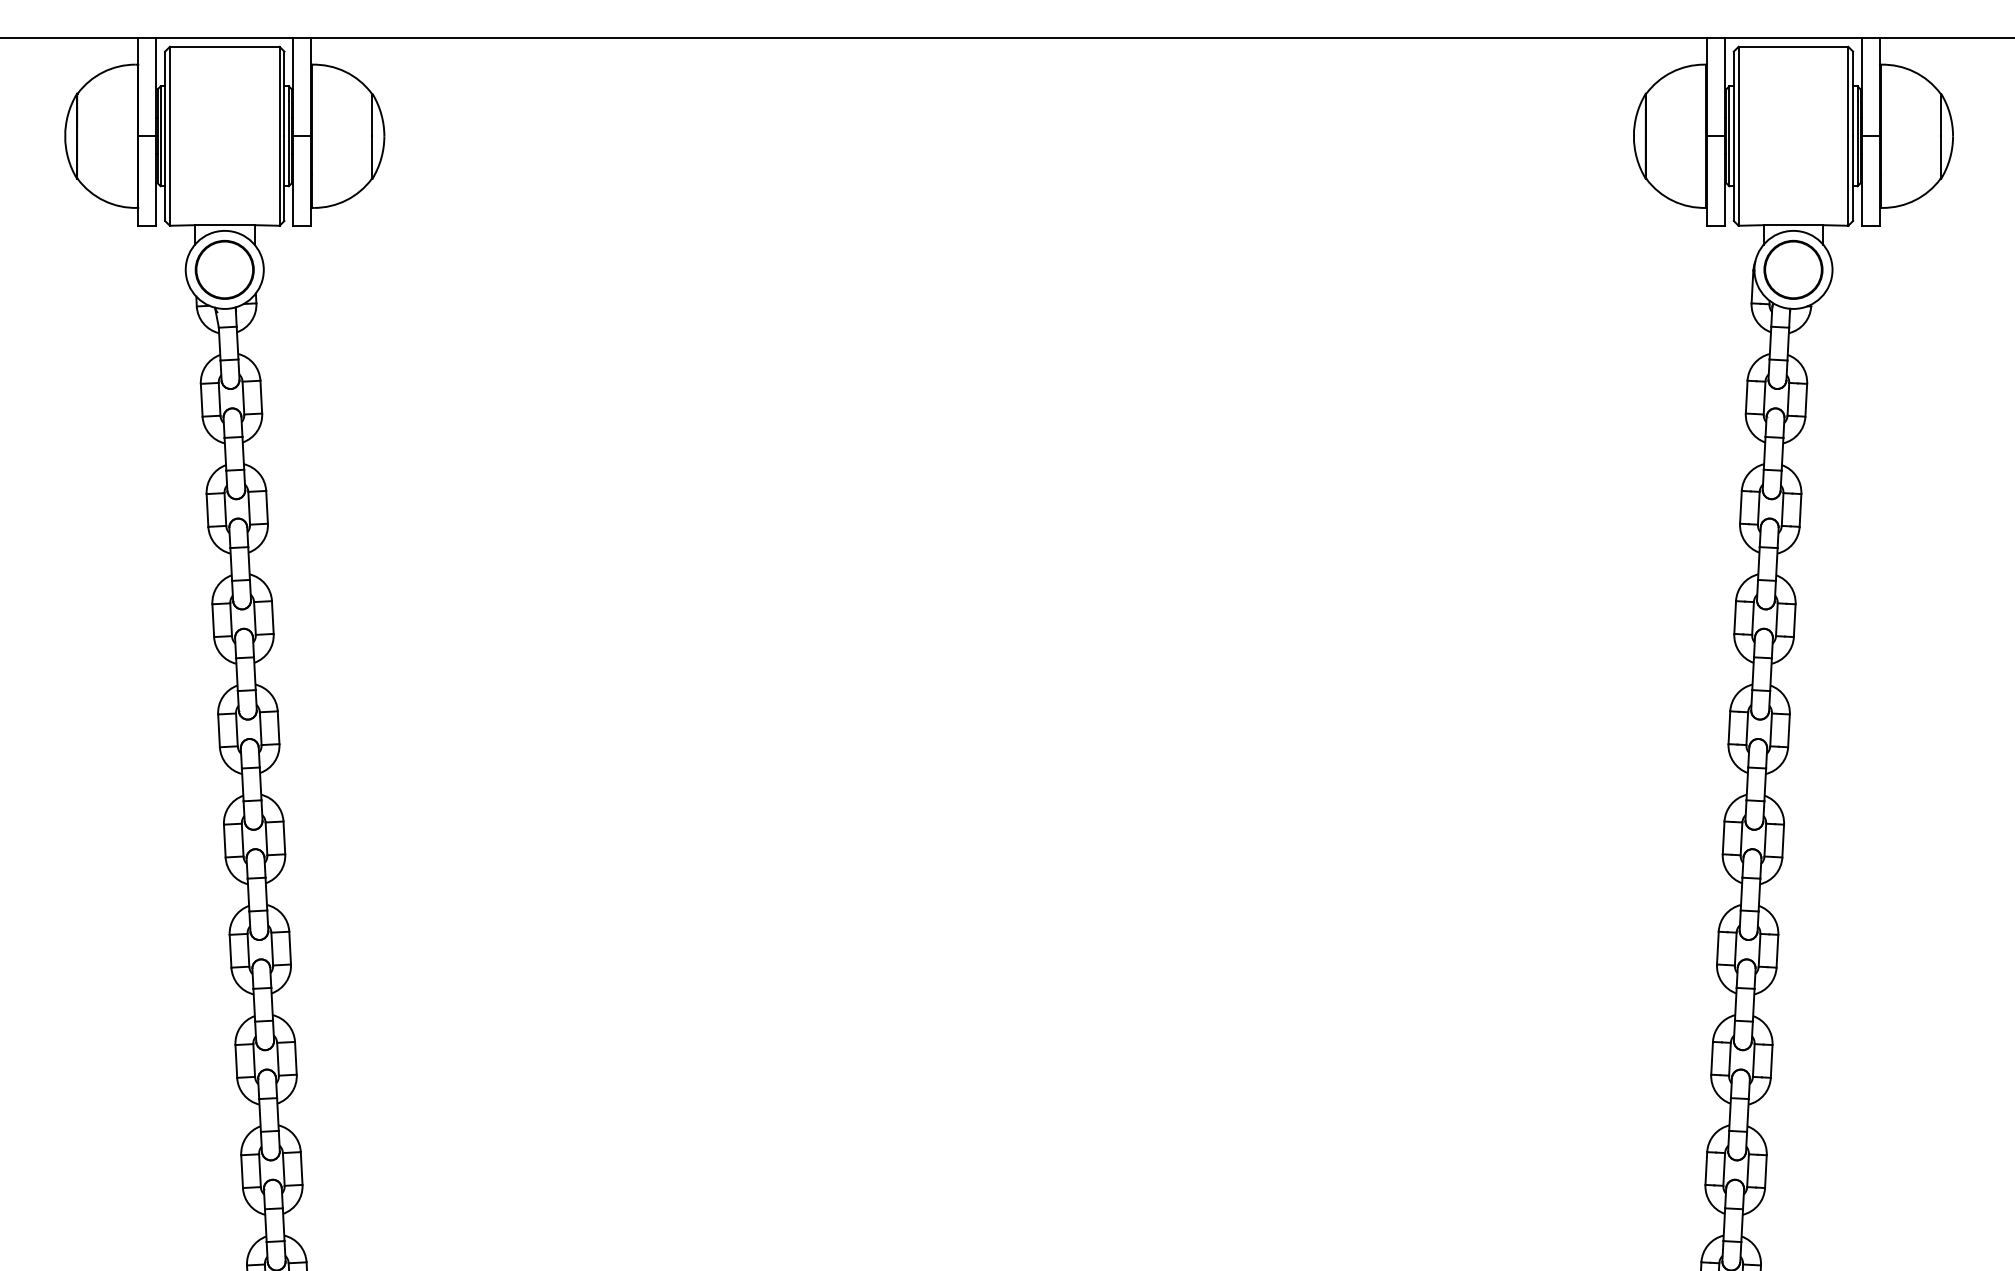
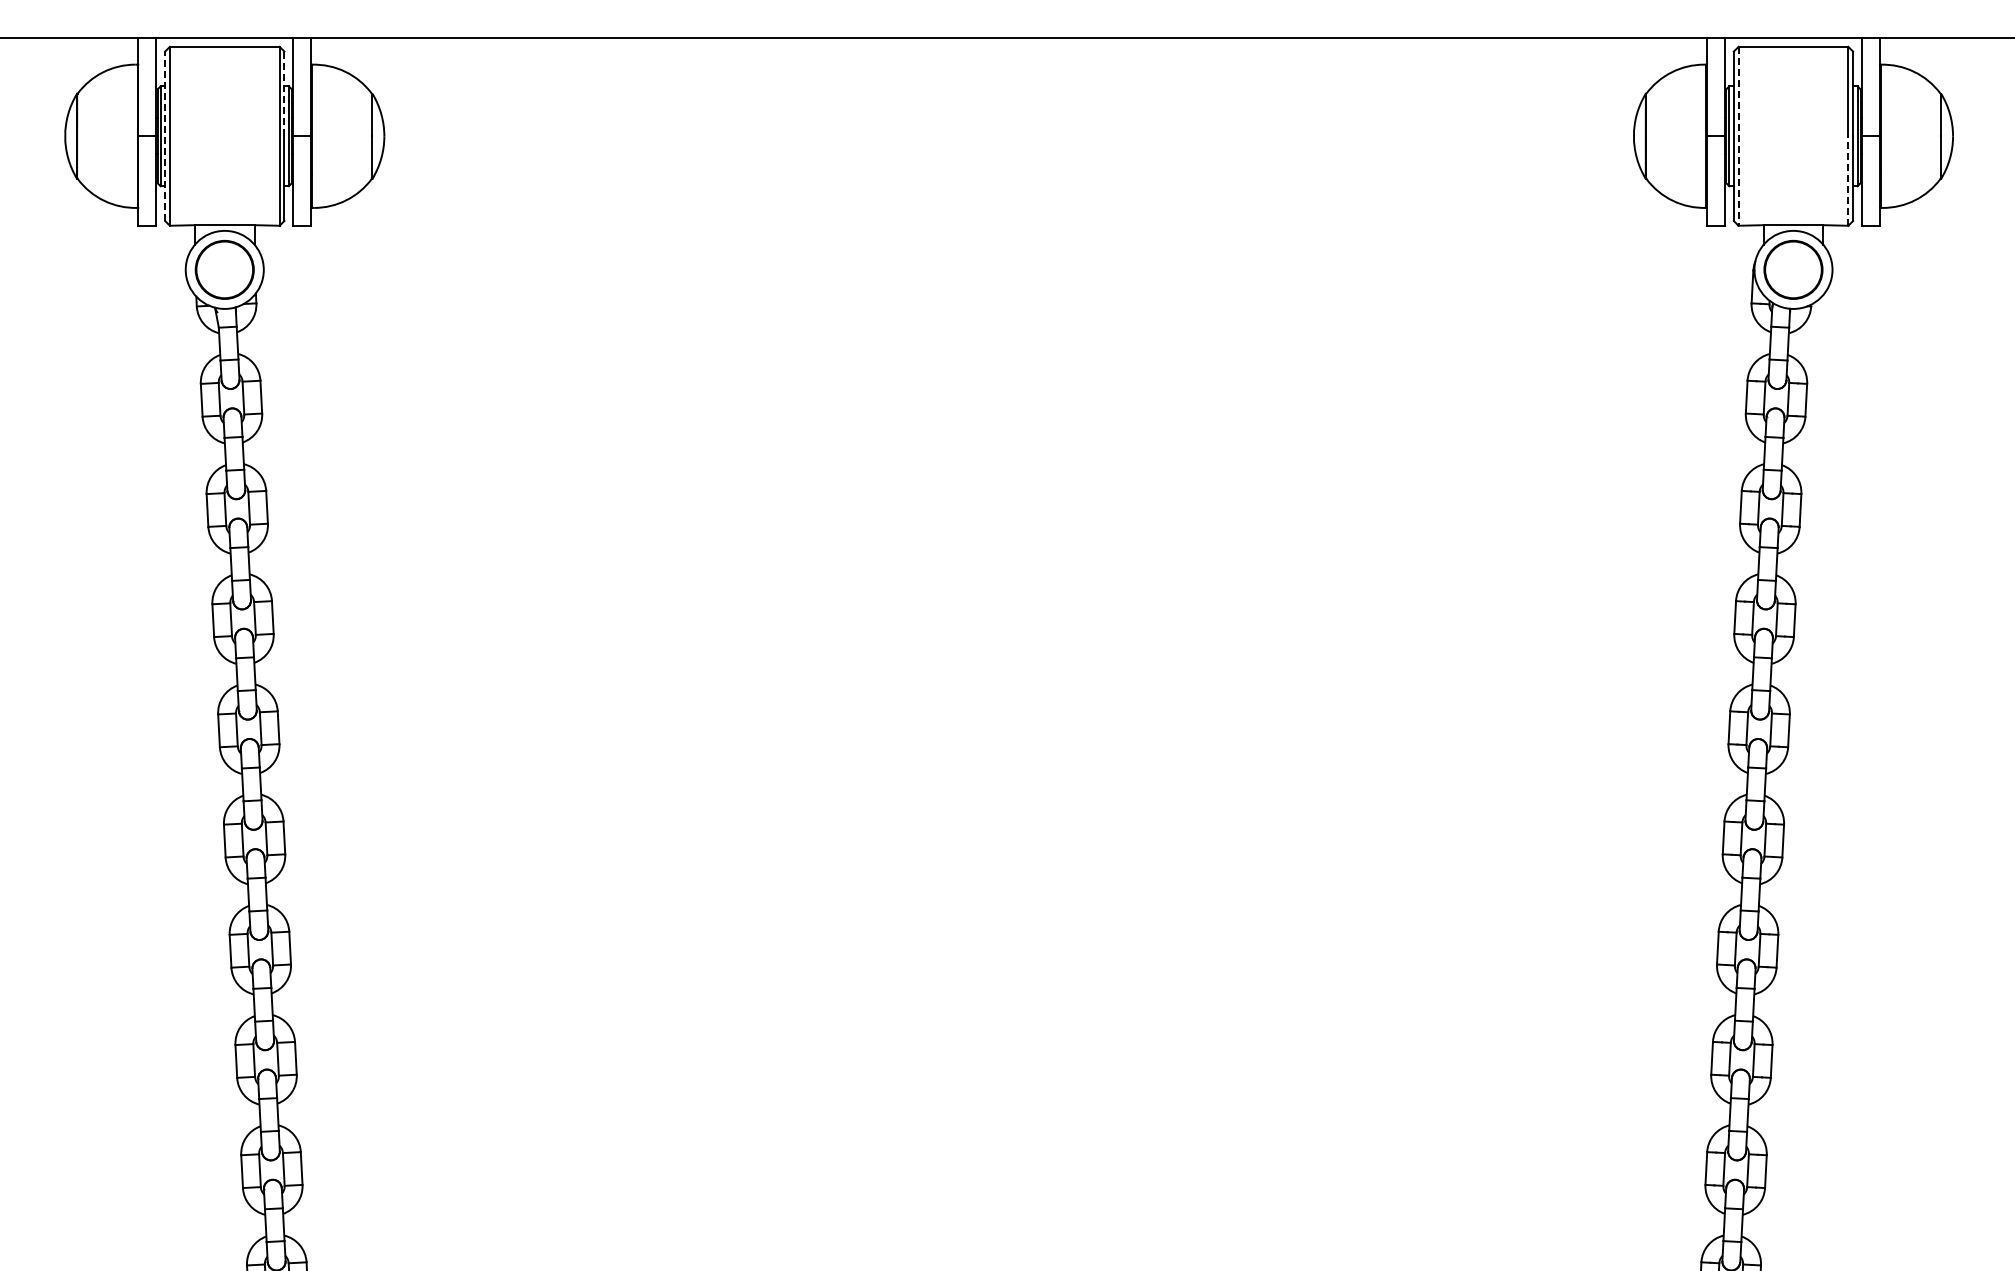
line at (284, 94): solid -> dashed
line at (165, 136): solid -> dashed
line at (1738, 136): solid -> dashed
line at (1848, 181): solid -> dashed
